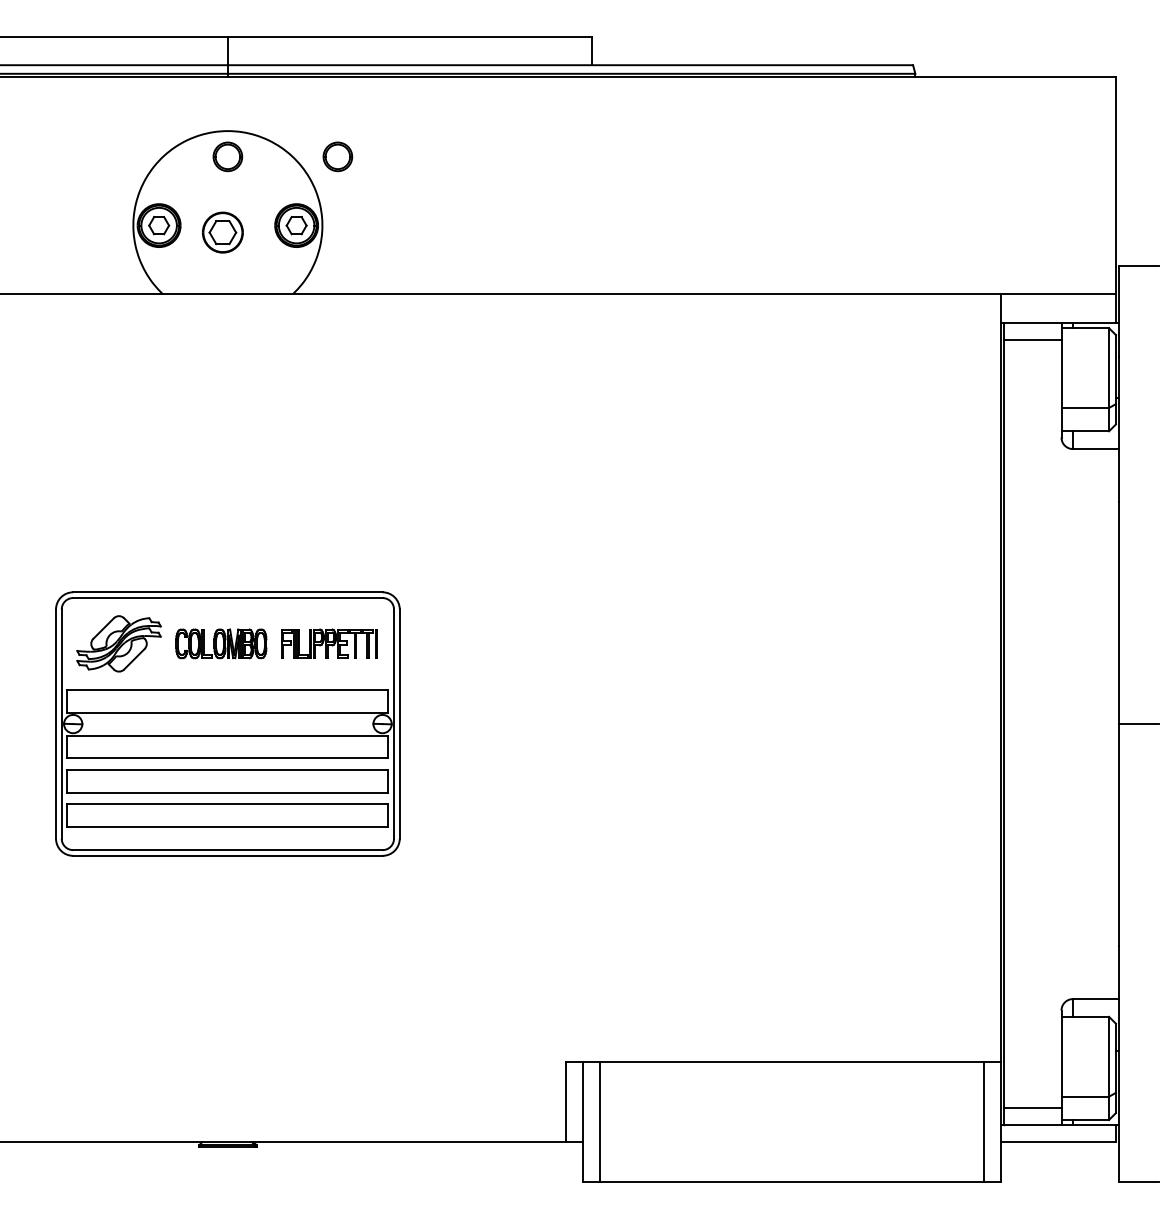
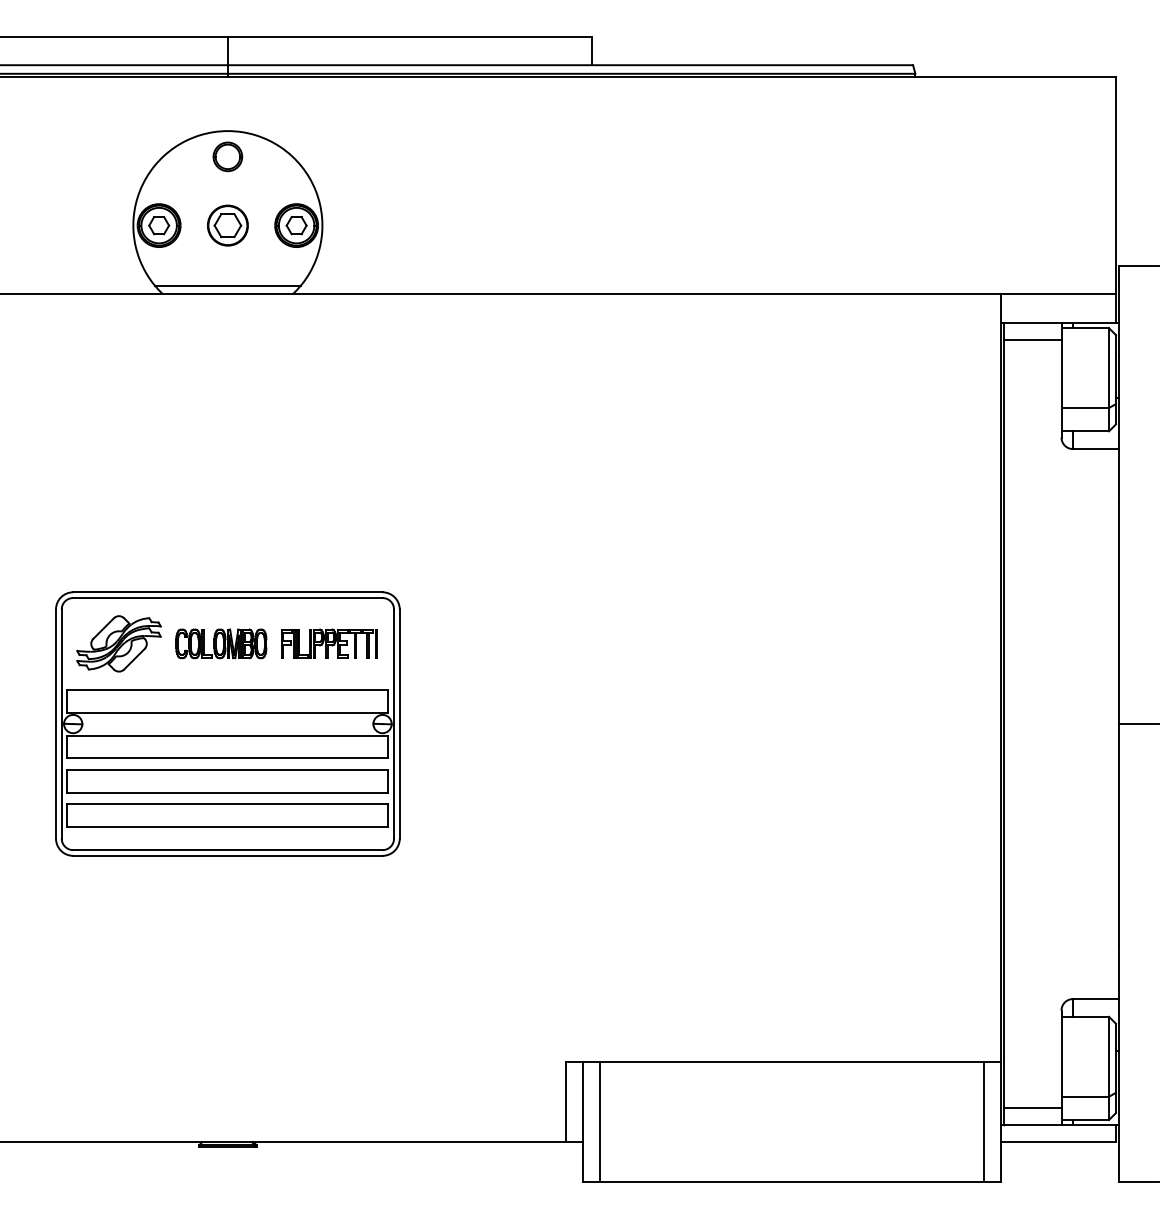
part at (337, 156): present -> none
part at (222, 232) position: (222, 232) -> (227, 225)
line at (227, 285): none -> present
